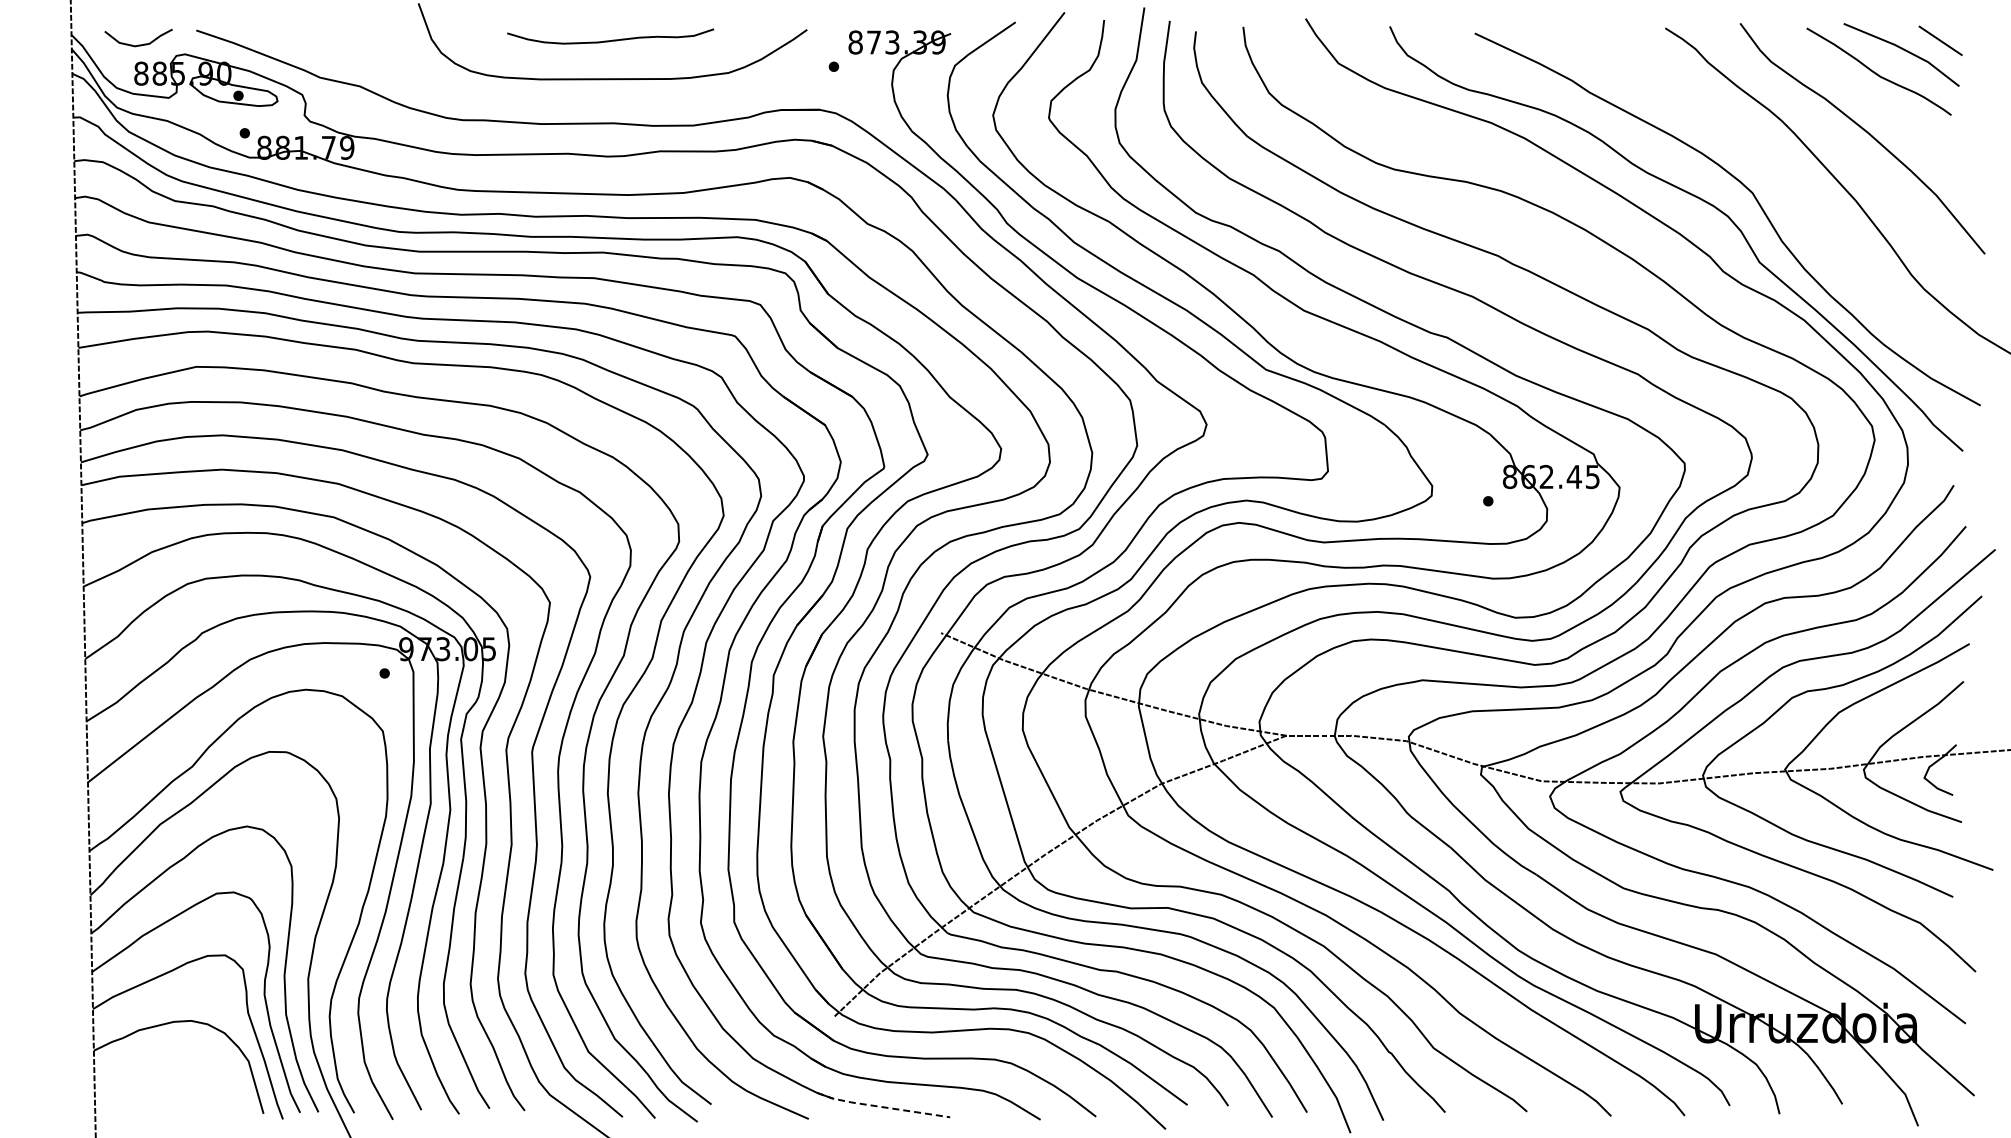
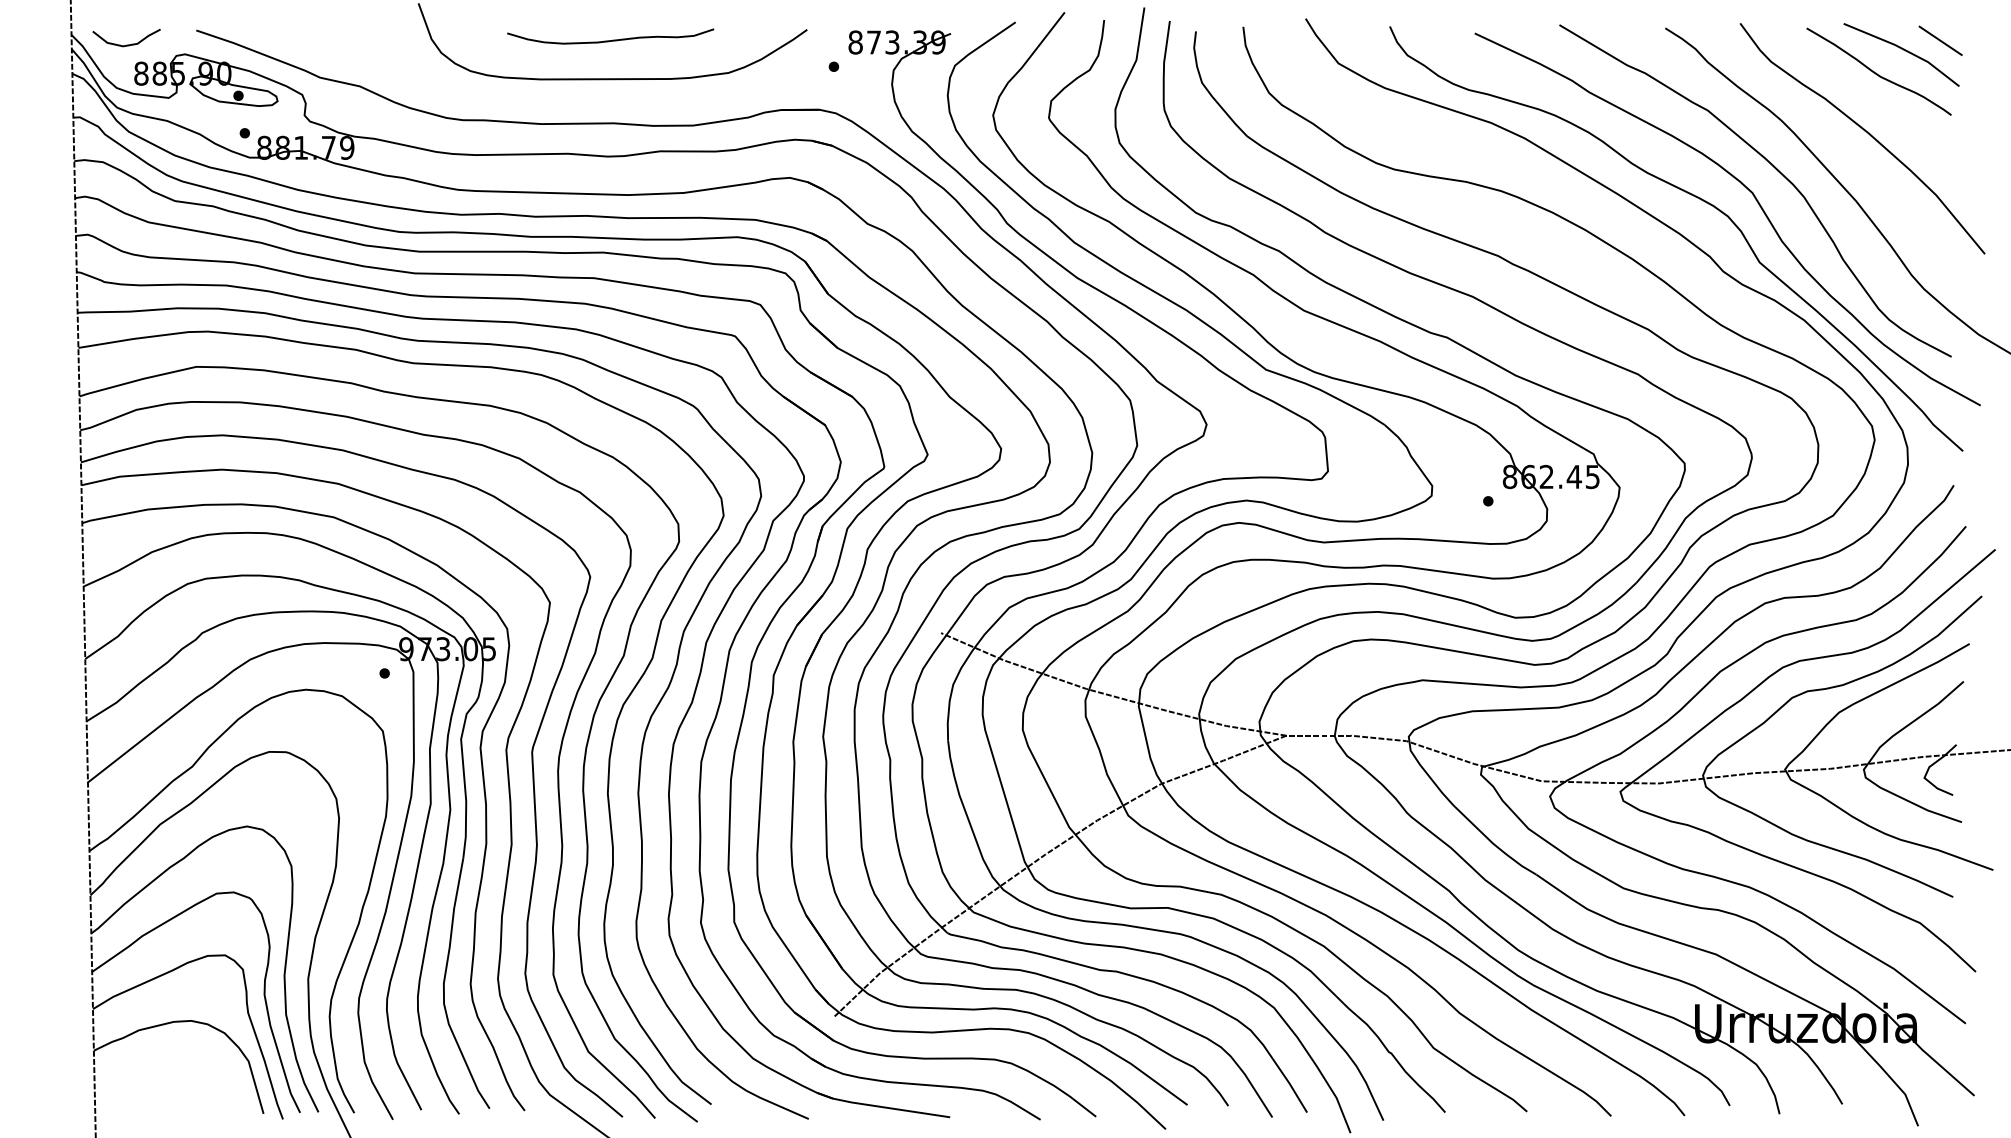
curve at (138, 44) position: (138, 44) -> (126, 44)
curve at (1775, 169): none -> present
line at (882, 1107): dashed -> solid
